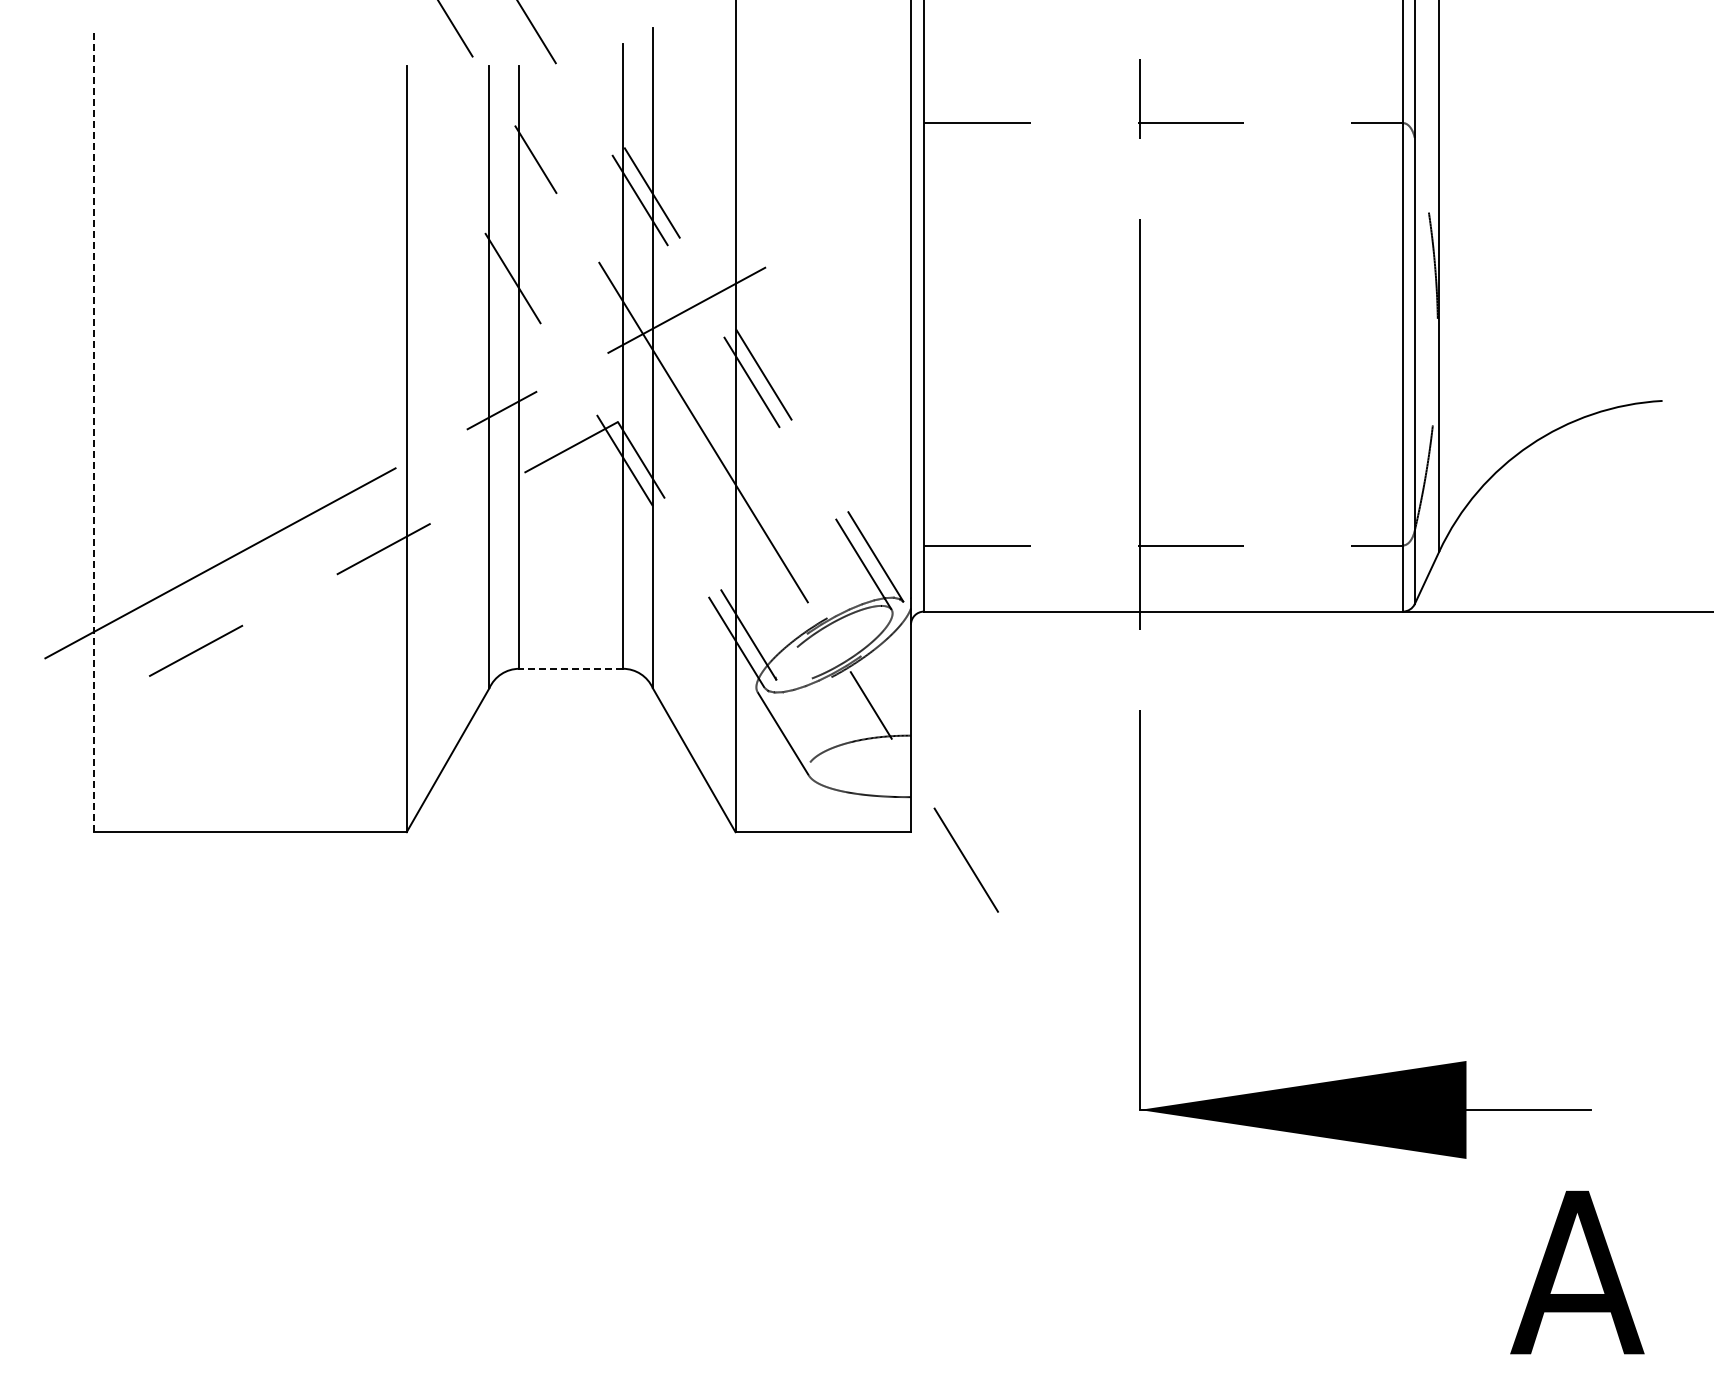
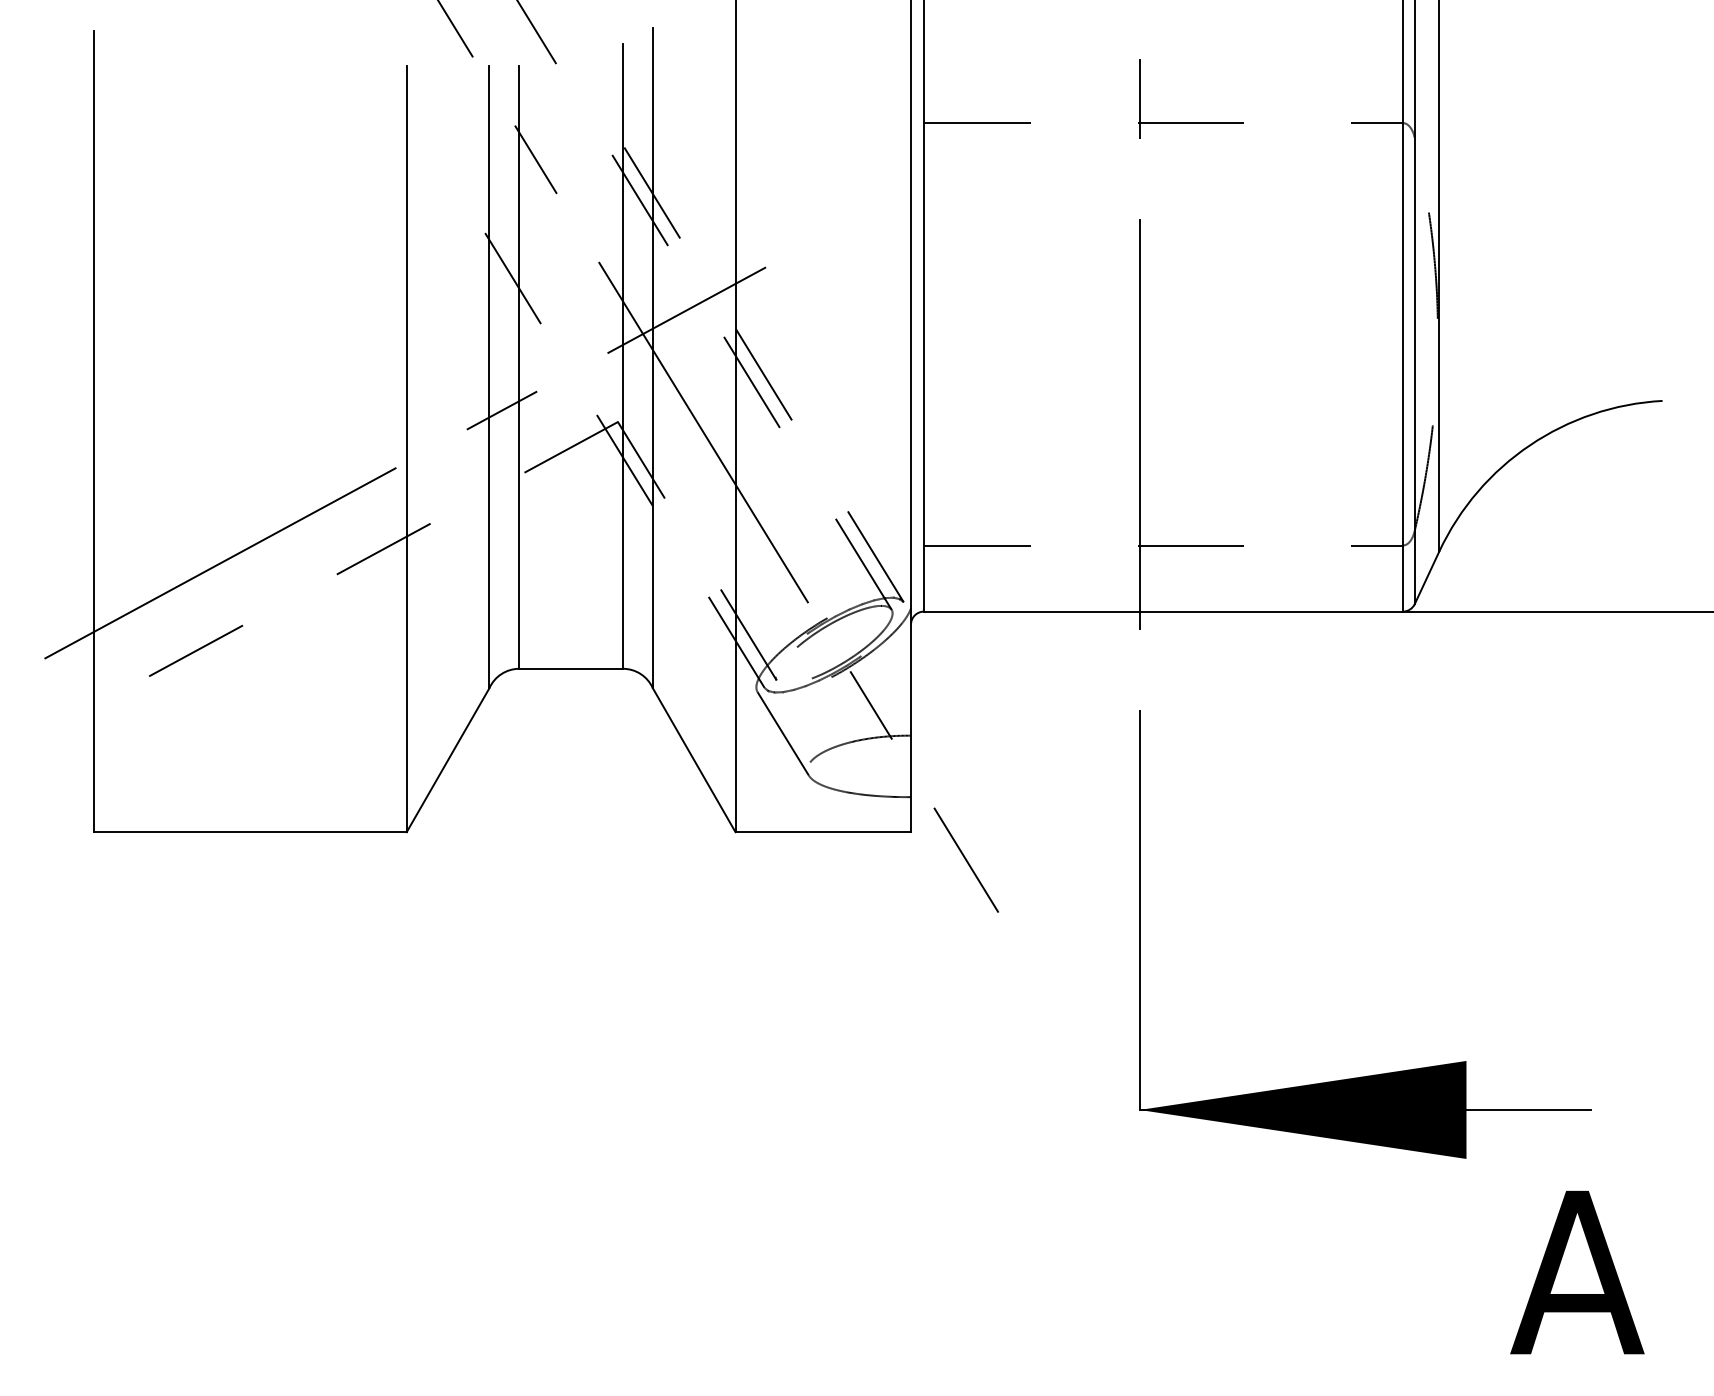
line at (94, 431): dashed -> solid
line at (571, 668): dashed -> solid
